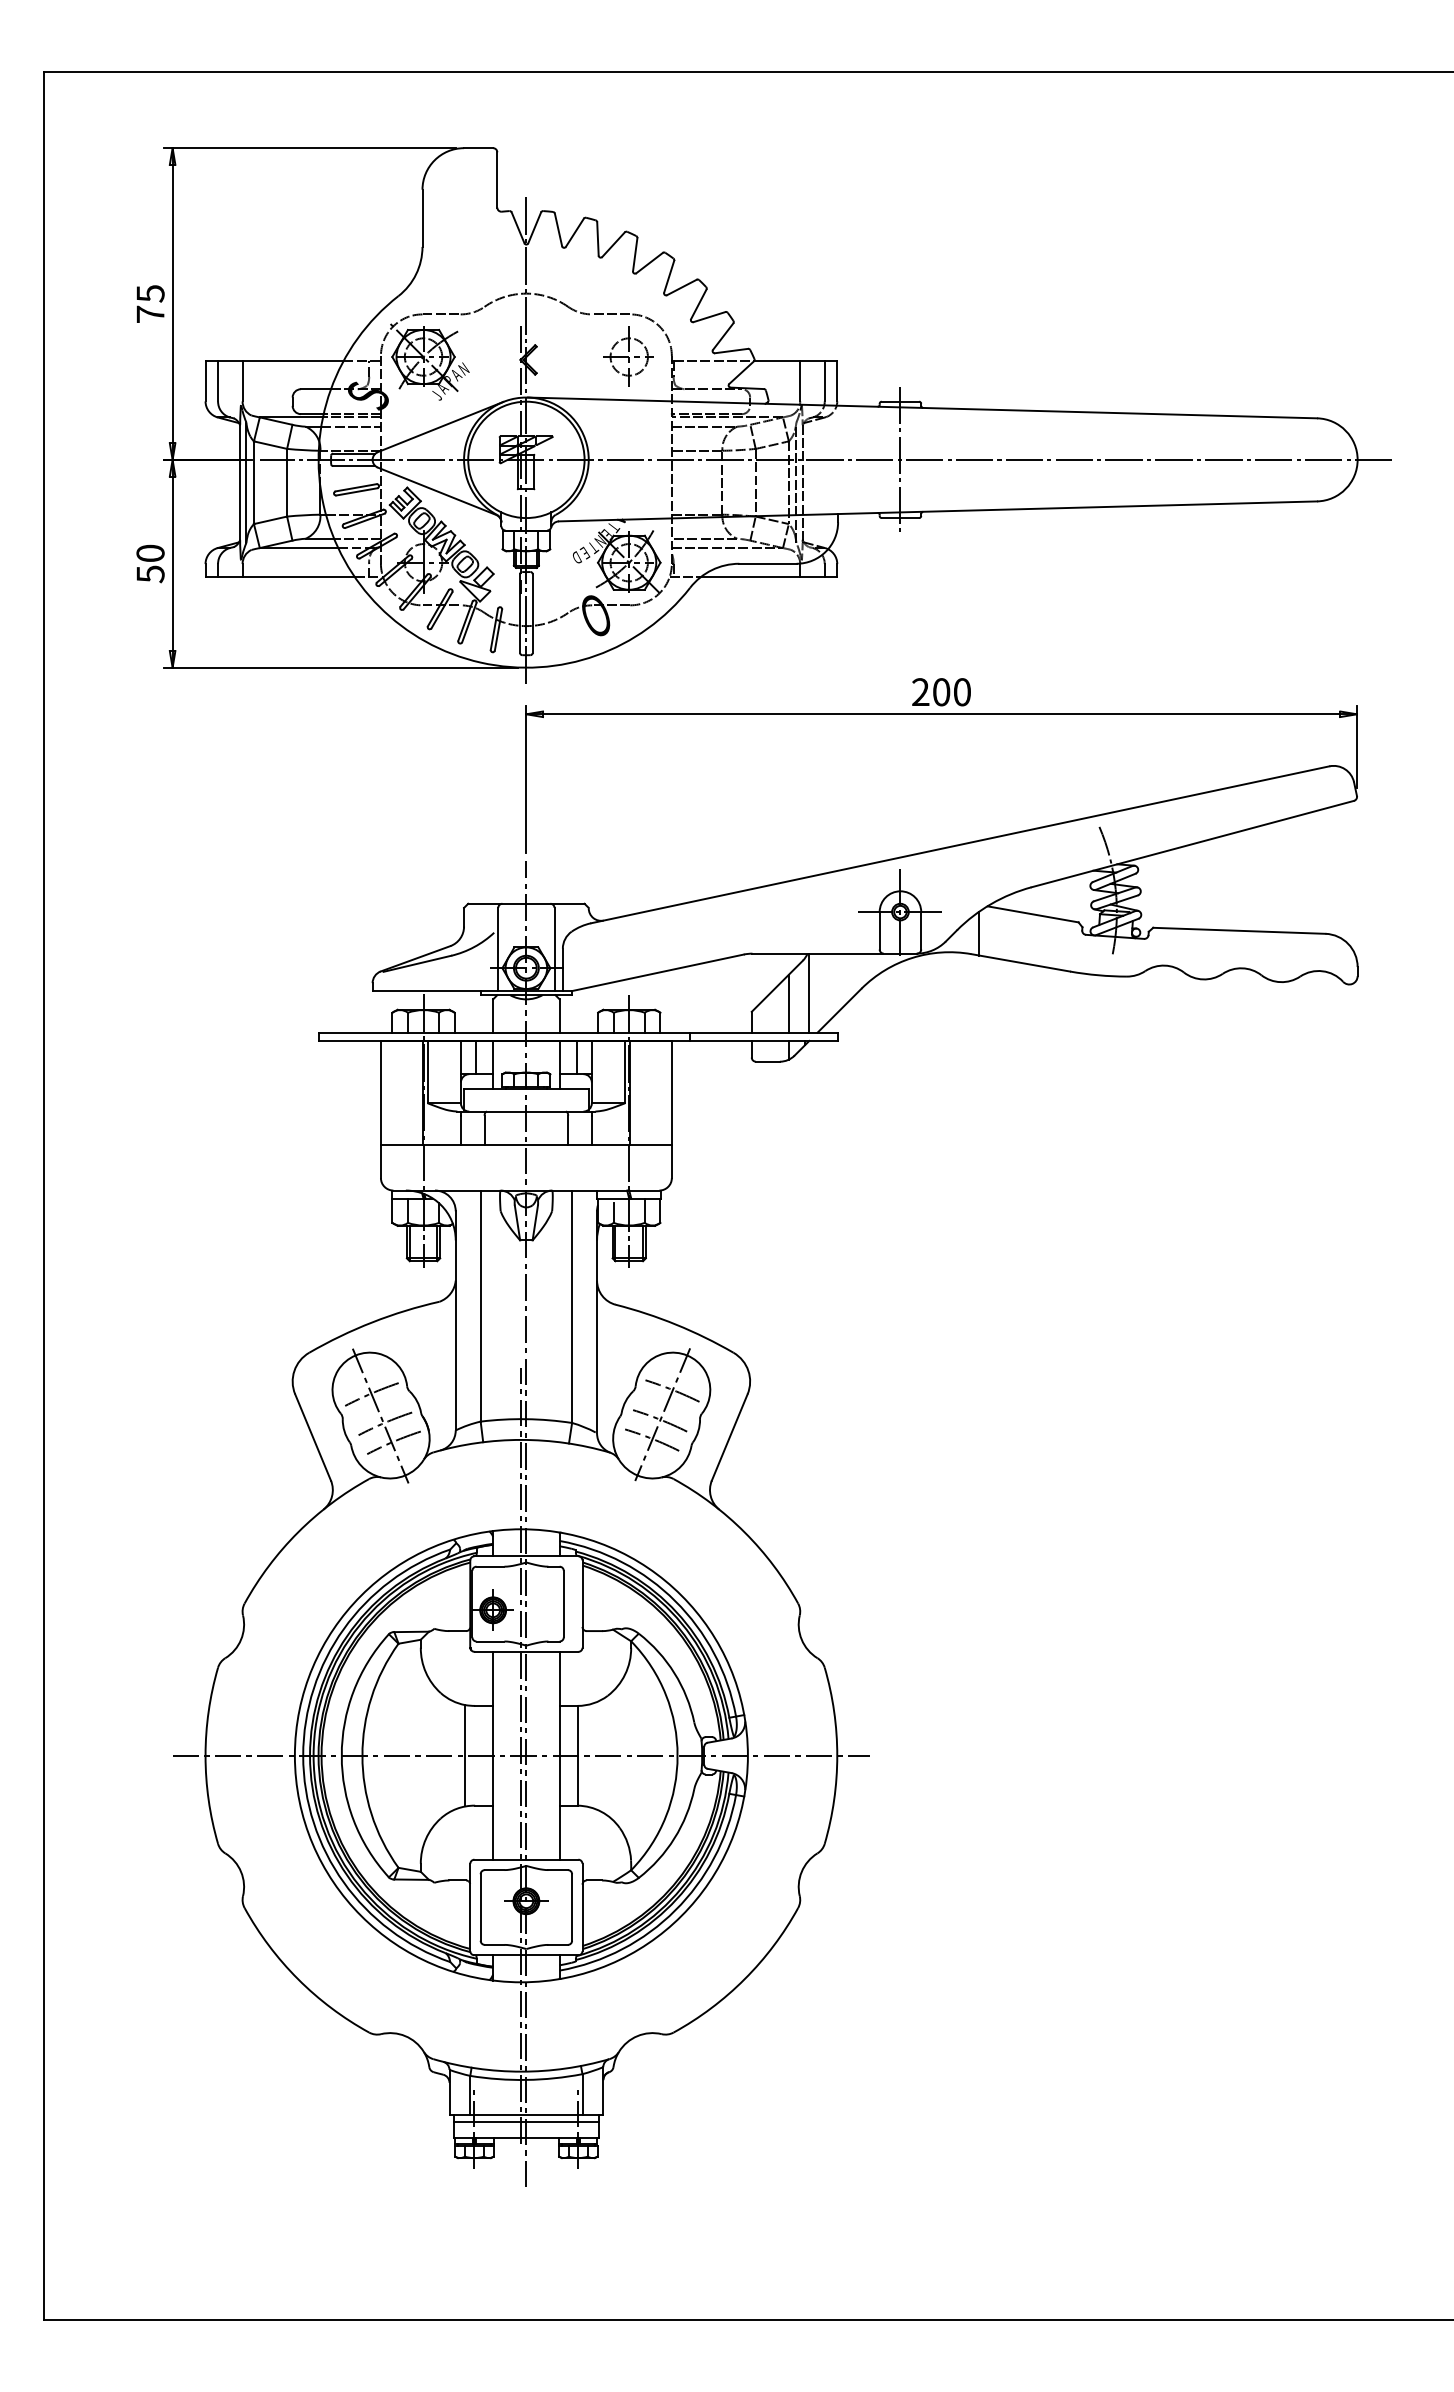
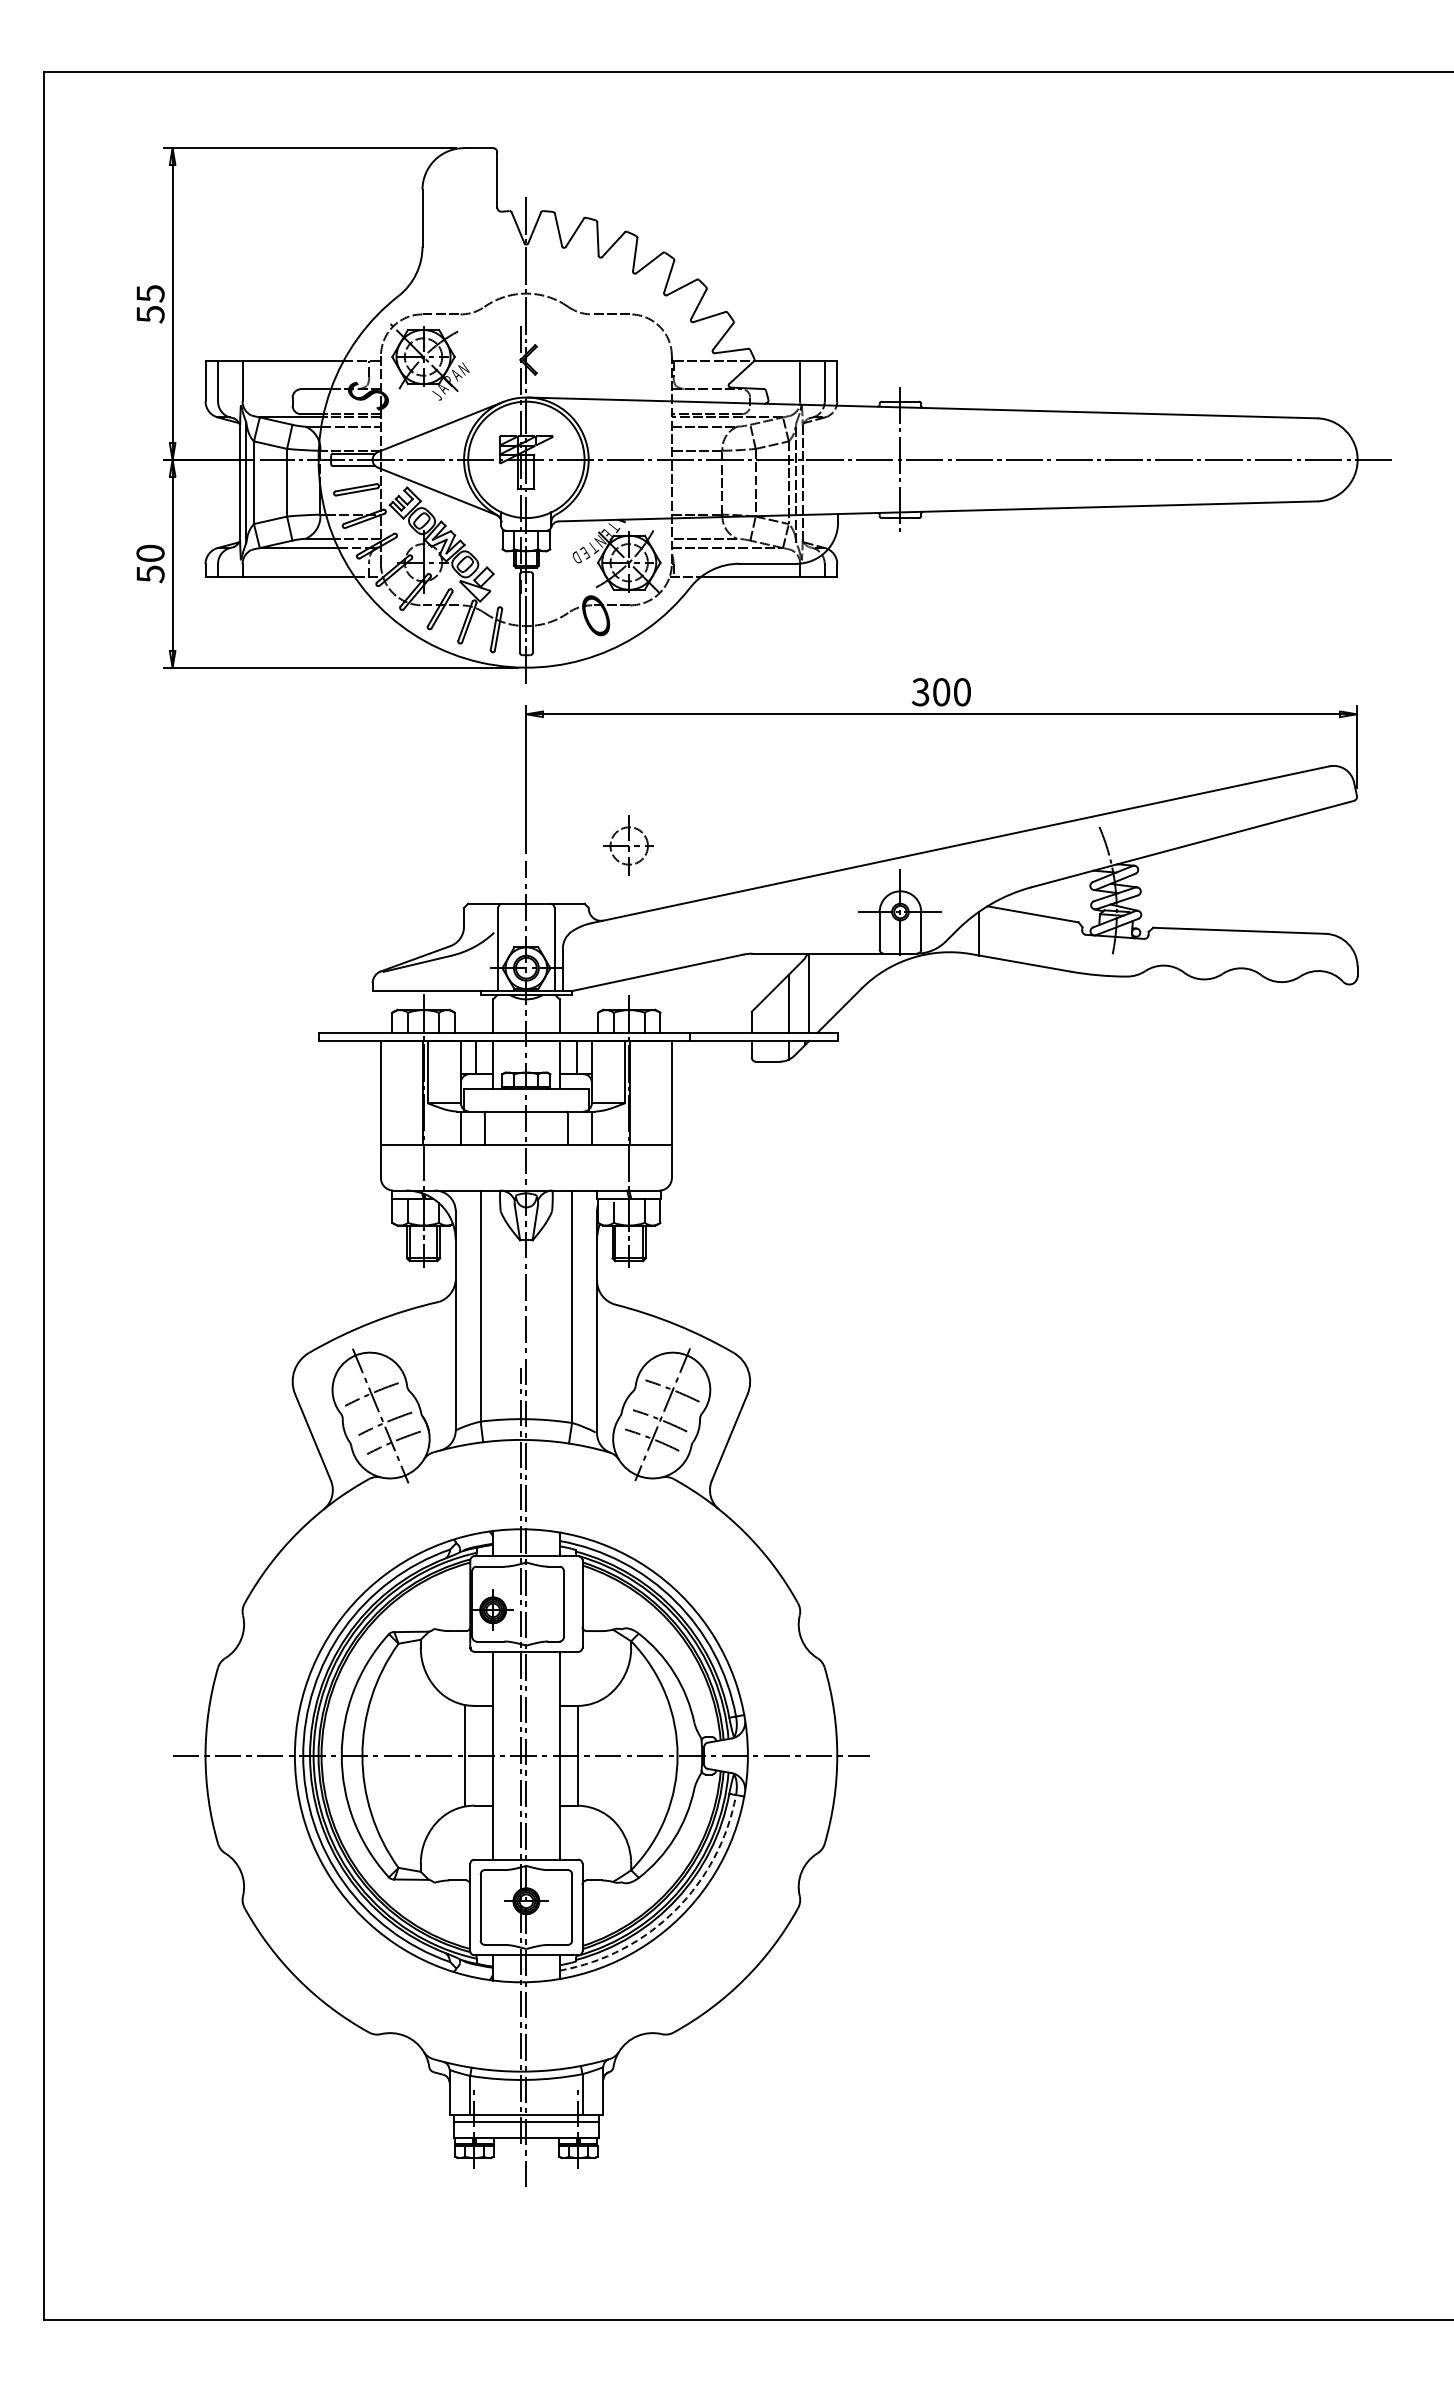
text at (150, 314): 75 -> 55
part at (628, 356) position: (628, 356) -> (628, 845)
text at (920, 692): 200 -> 300
arc at (675, 1910): solid -> dashed
